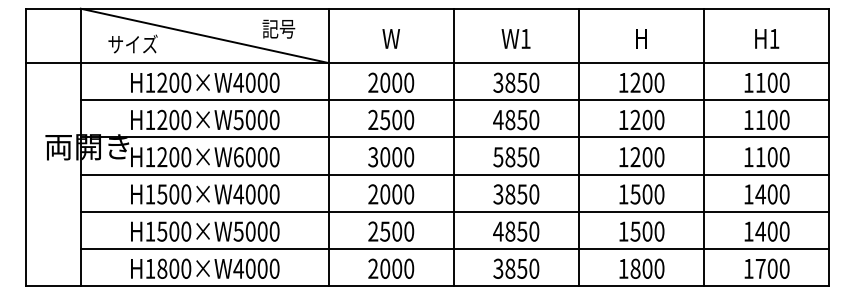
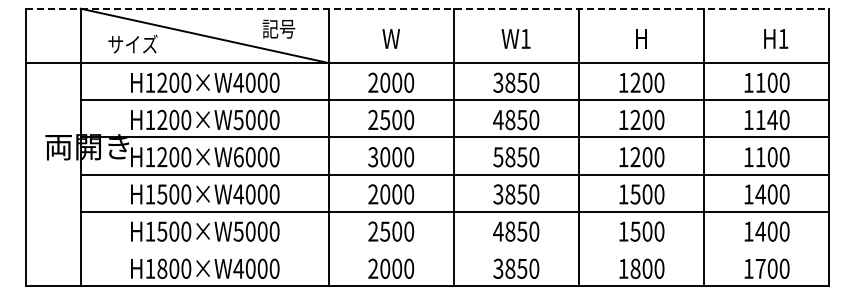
line at (427, 8): solid -> dashed
text at (767, 38) position: (767, 38) -> (776, 38)
text at (772, 119): 1100 -> 1140
line at (454, 249): present -> none
